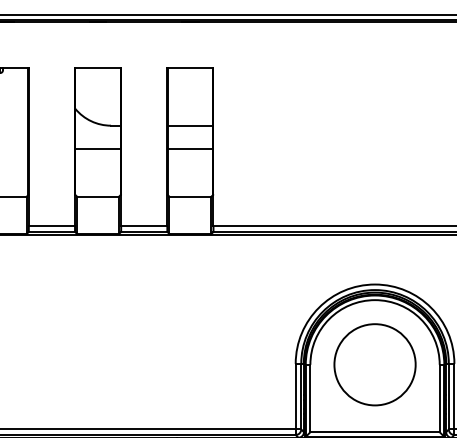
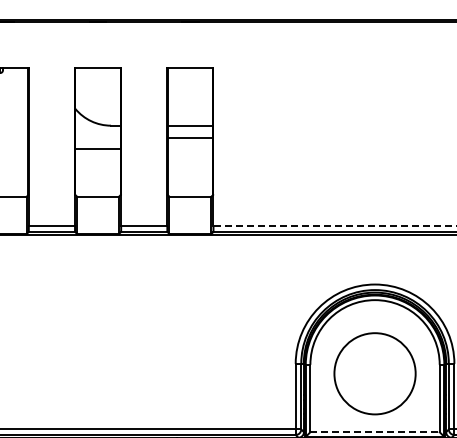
line at (227, 14): present -> none
line at (190, 148) position: (190, 148) -> (190, 137)
line at (334, 226): solid -> dashed
circle at (374, 364) position: (374, 364) -> (374, 373)
line at (375, 432): solid -> dashed
